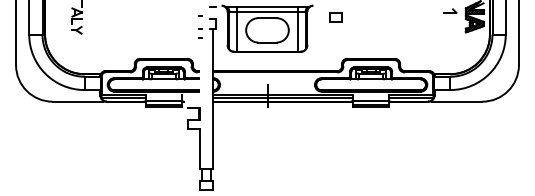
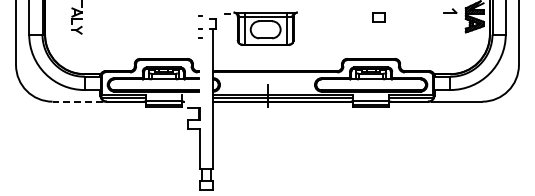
part at (335, 17) position: (335, 17) -> (378, 17)
part at (261, 28) size: 105x49 px -> 74x35 px
line at (77, 101): solid -> dashed
